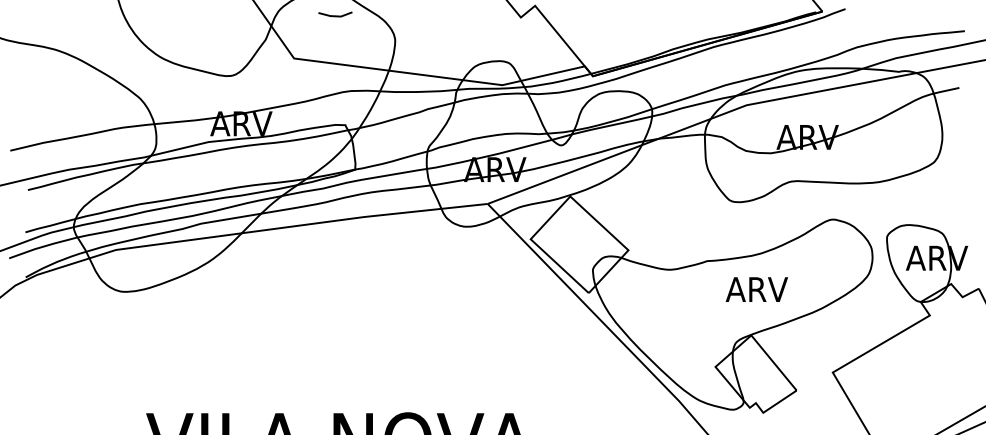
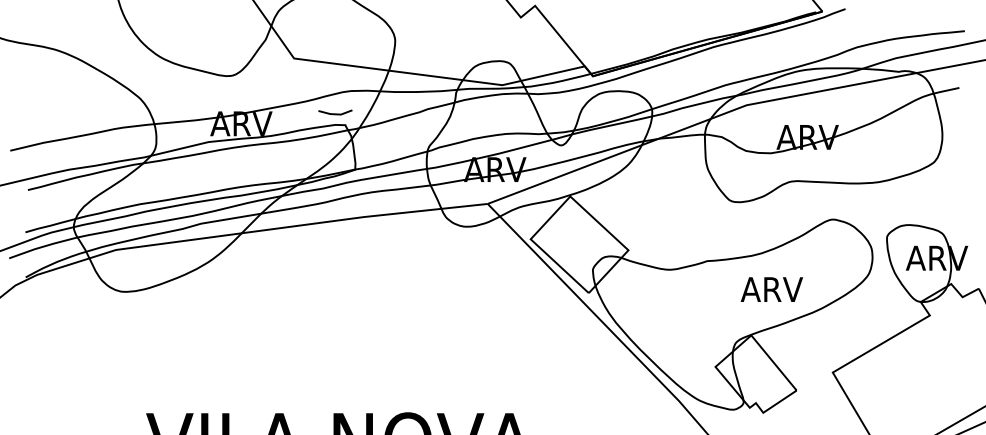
line at (335, 15) position: (335, 15) -> (335, 113)
text at (756, 289) position: (756, 289) -> (771, 289)
